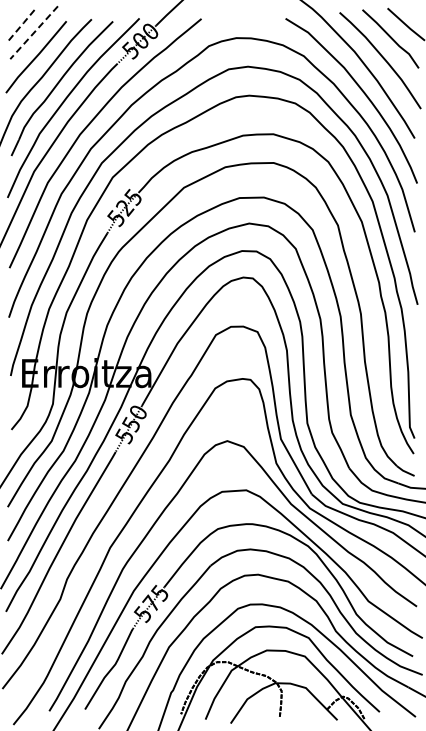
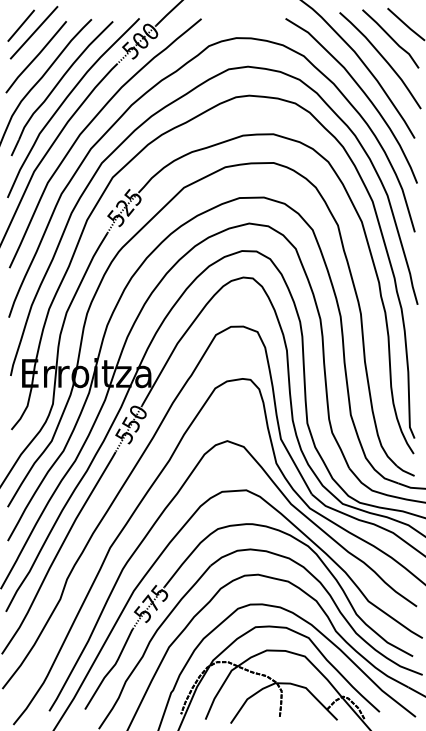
line at (21, 25): dashed -> solid
line at (34, 32): dashed -> solid
